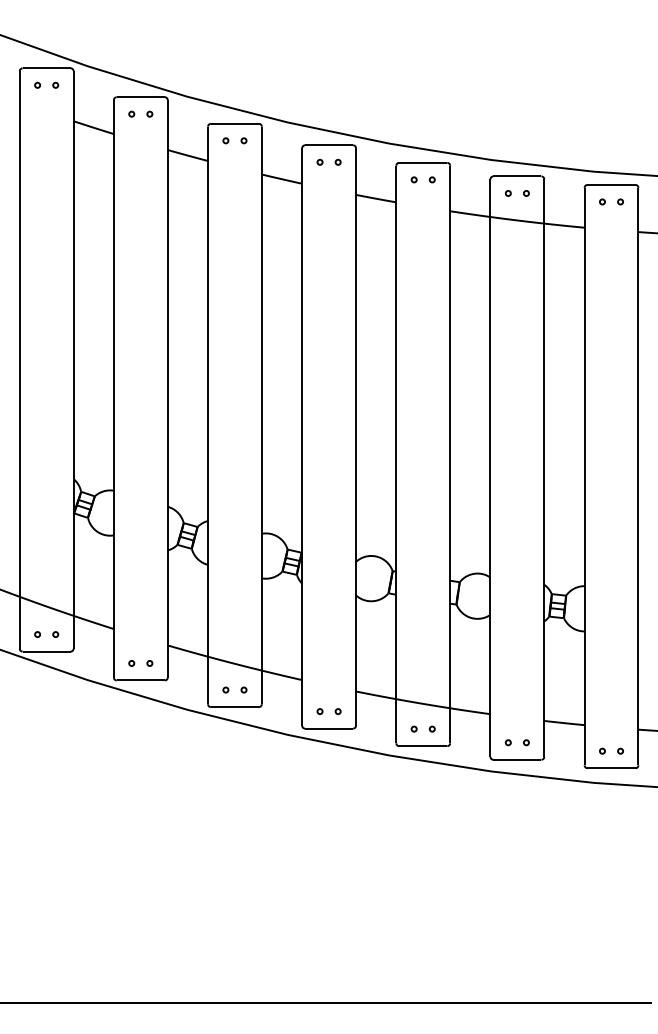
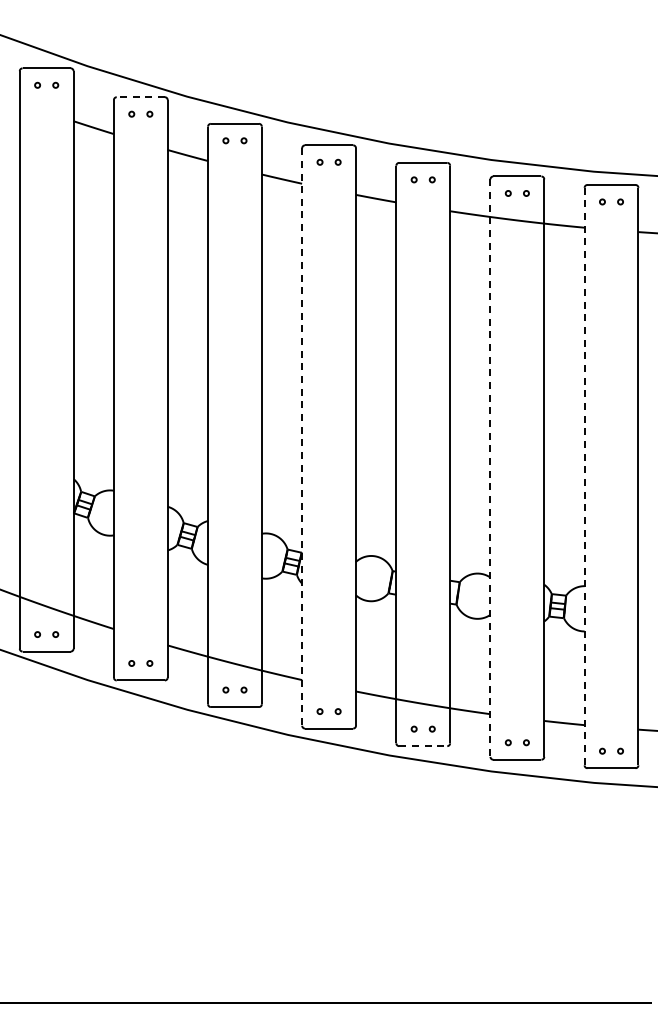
line at (140, 97): solid -> dashed
line at (302, 436): solid -> dashed
line at (490, 468): solid -> dashed
line at (584, 476): solid -> dashed
line at (423, 746): solid -> dashed
